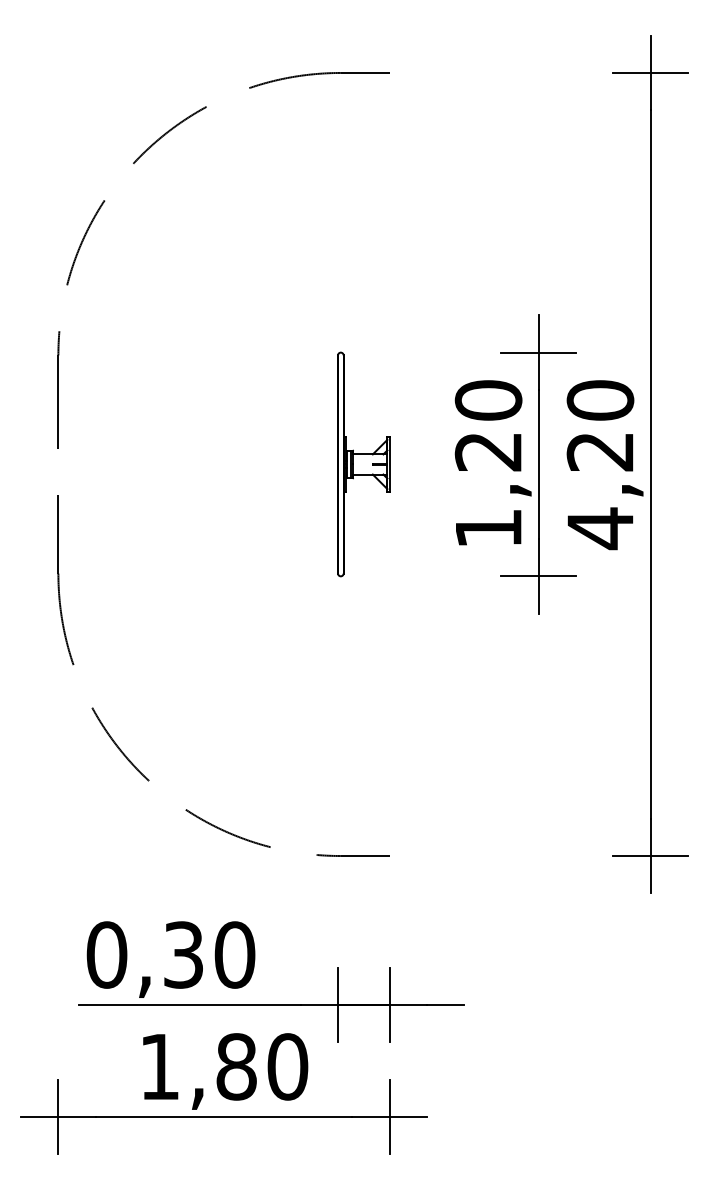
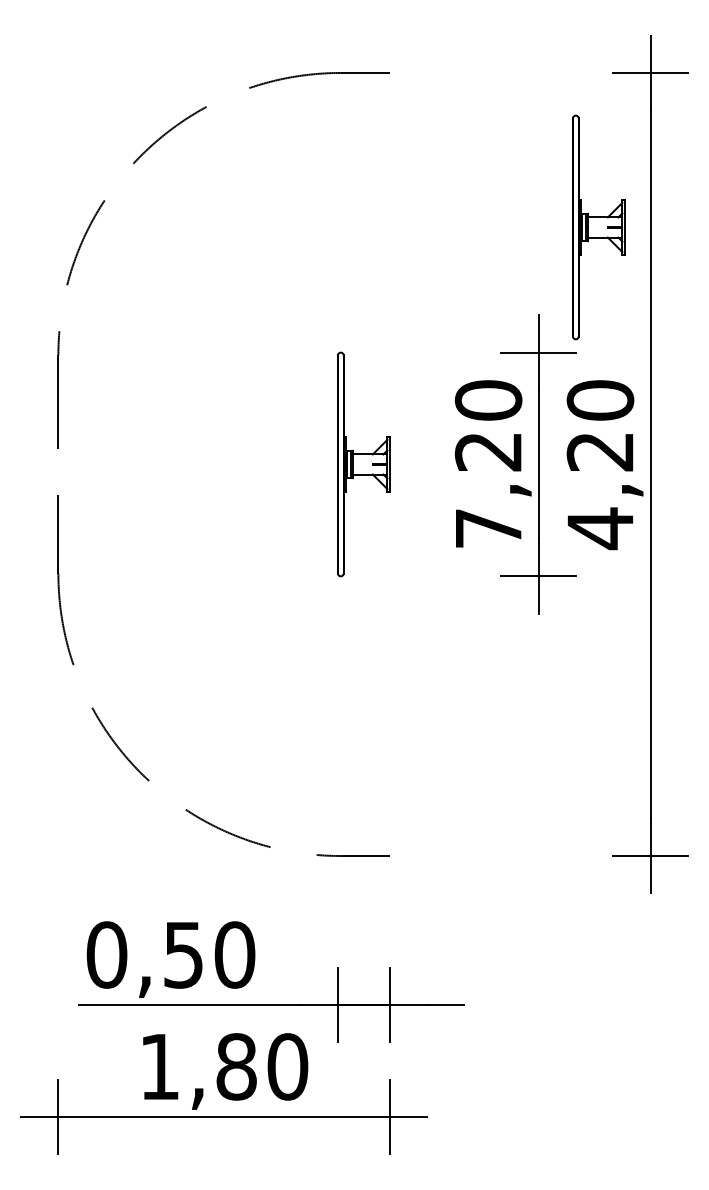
part at (598, 227): none -> present
text at (488, 528): 1,20 -> 7,20
text at (183, 954): 0,30 -> 0,50
